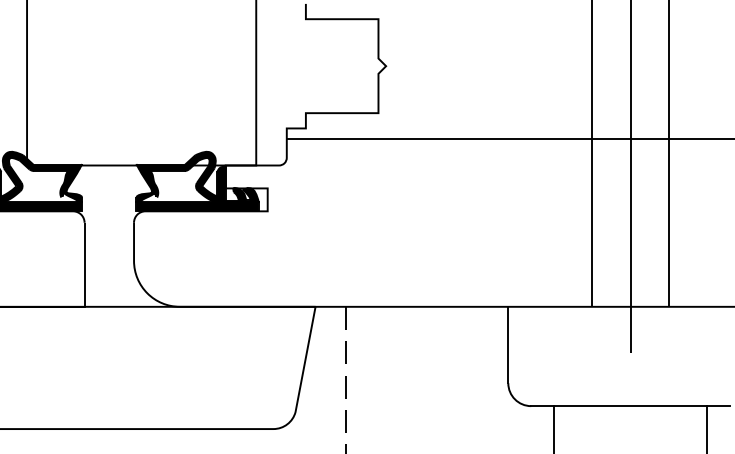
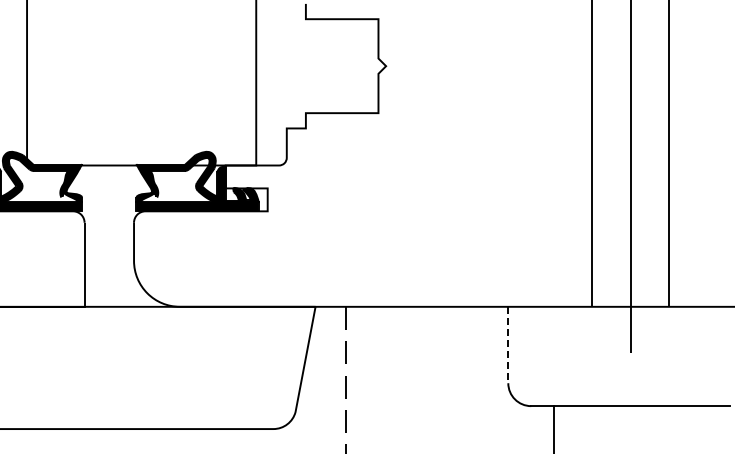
line at (508, 138): present -> none
line at (508, 345): solid -> dashed
line at (706, 428): present -> none
